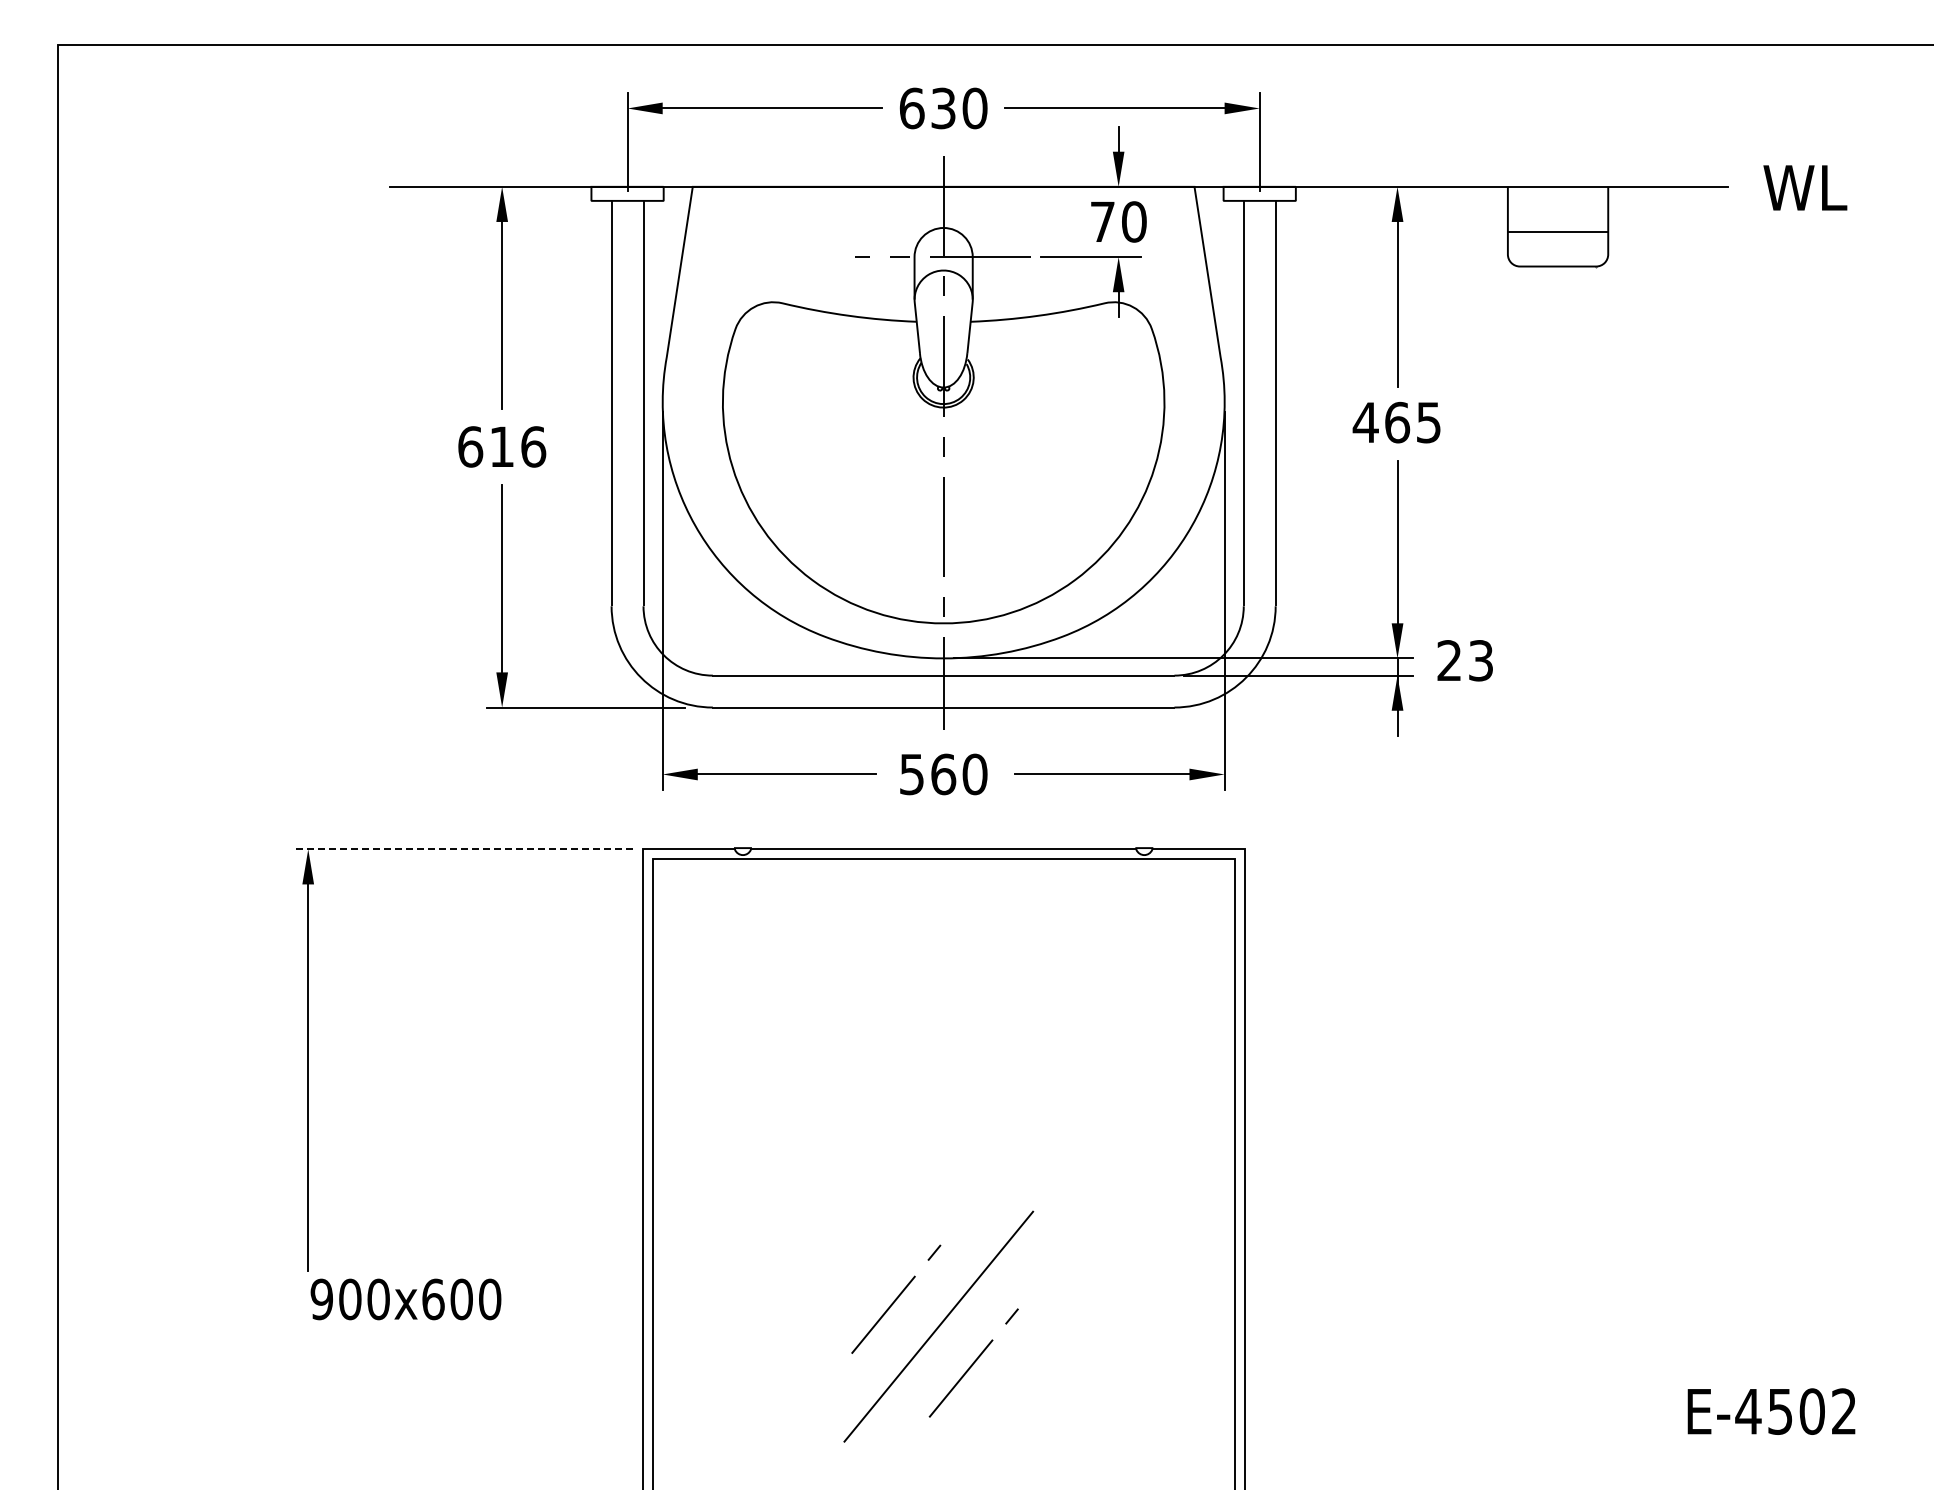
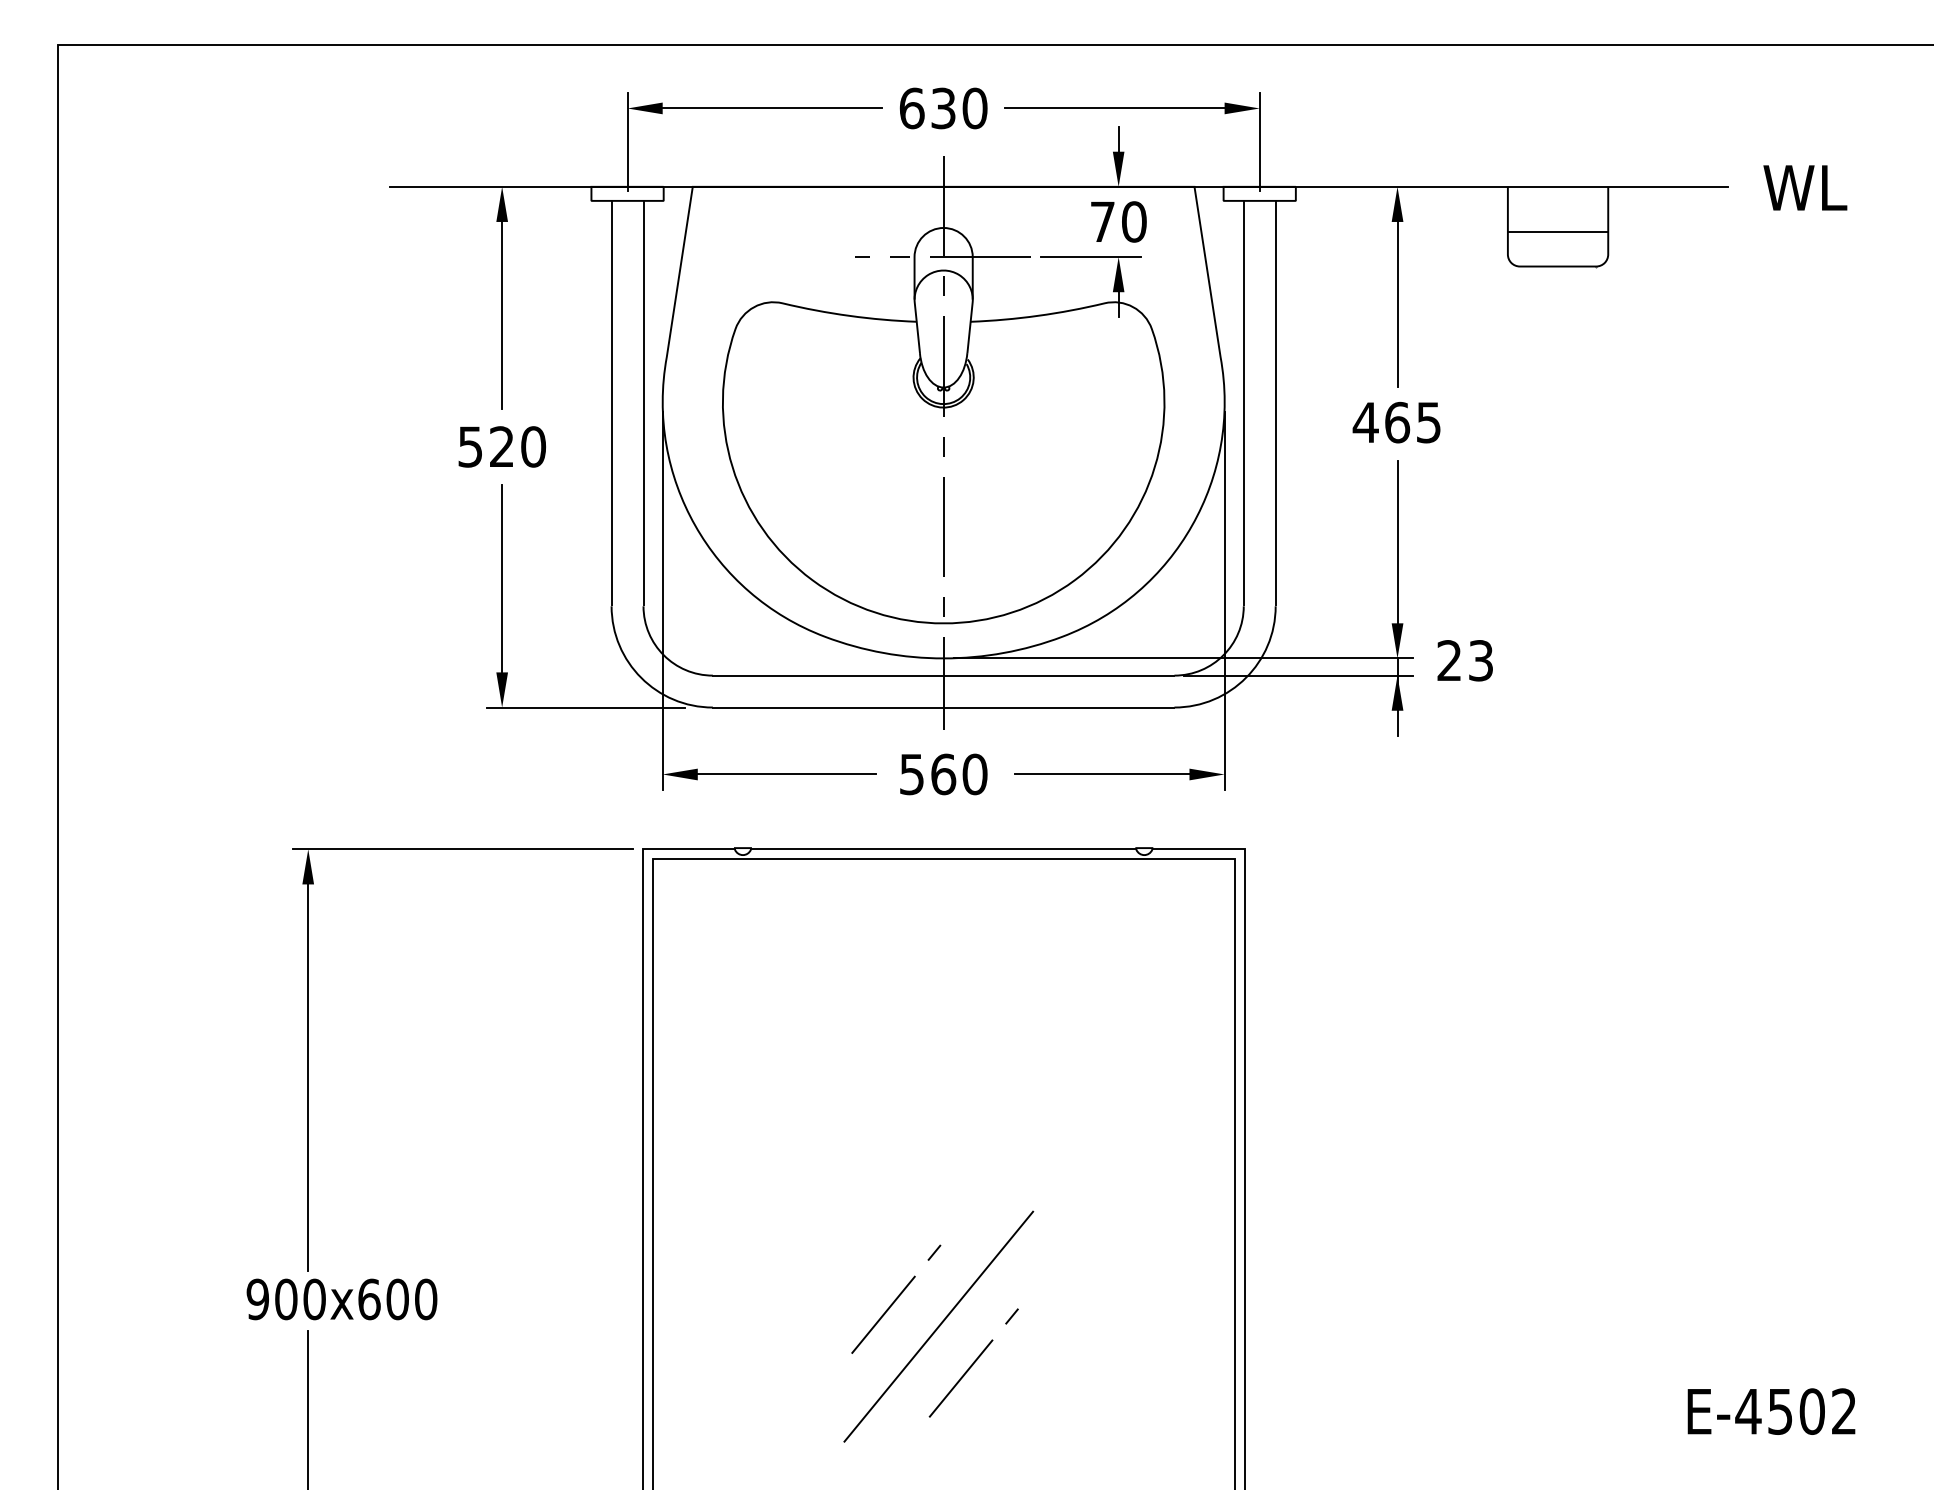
text at (502, 446): 616 -> 520
line at (462, 849): dashed -> solid
text at (405, 1299) position: (405, 1299) -> (341, 1299)
line at (308, 1408): none -> present
